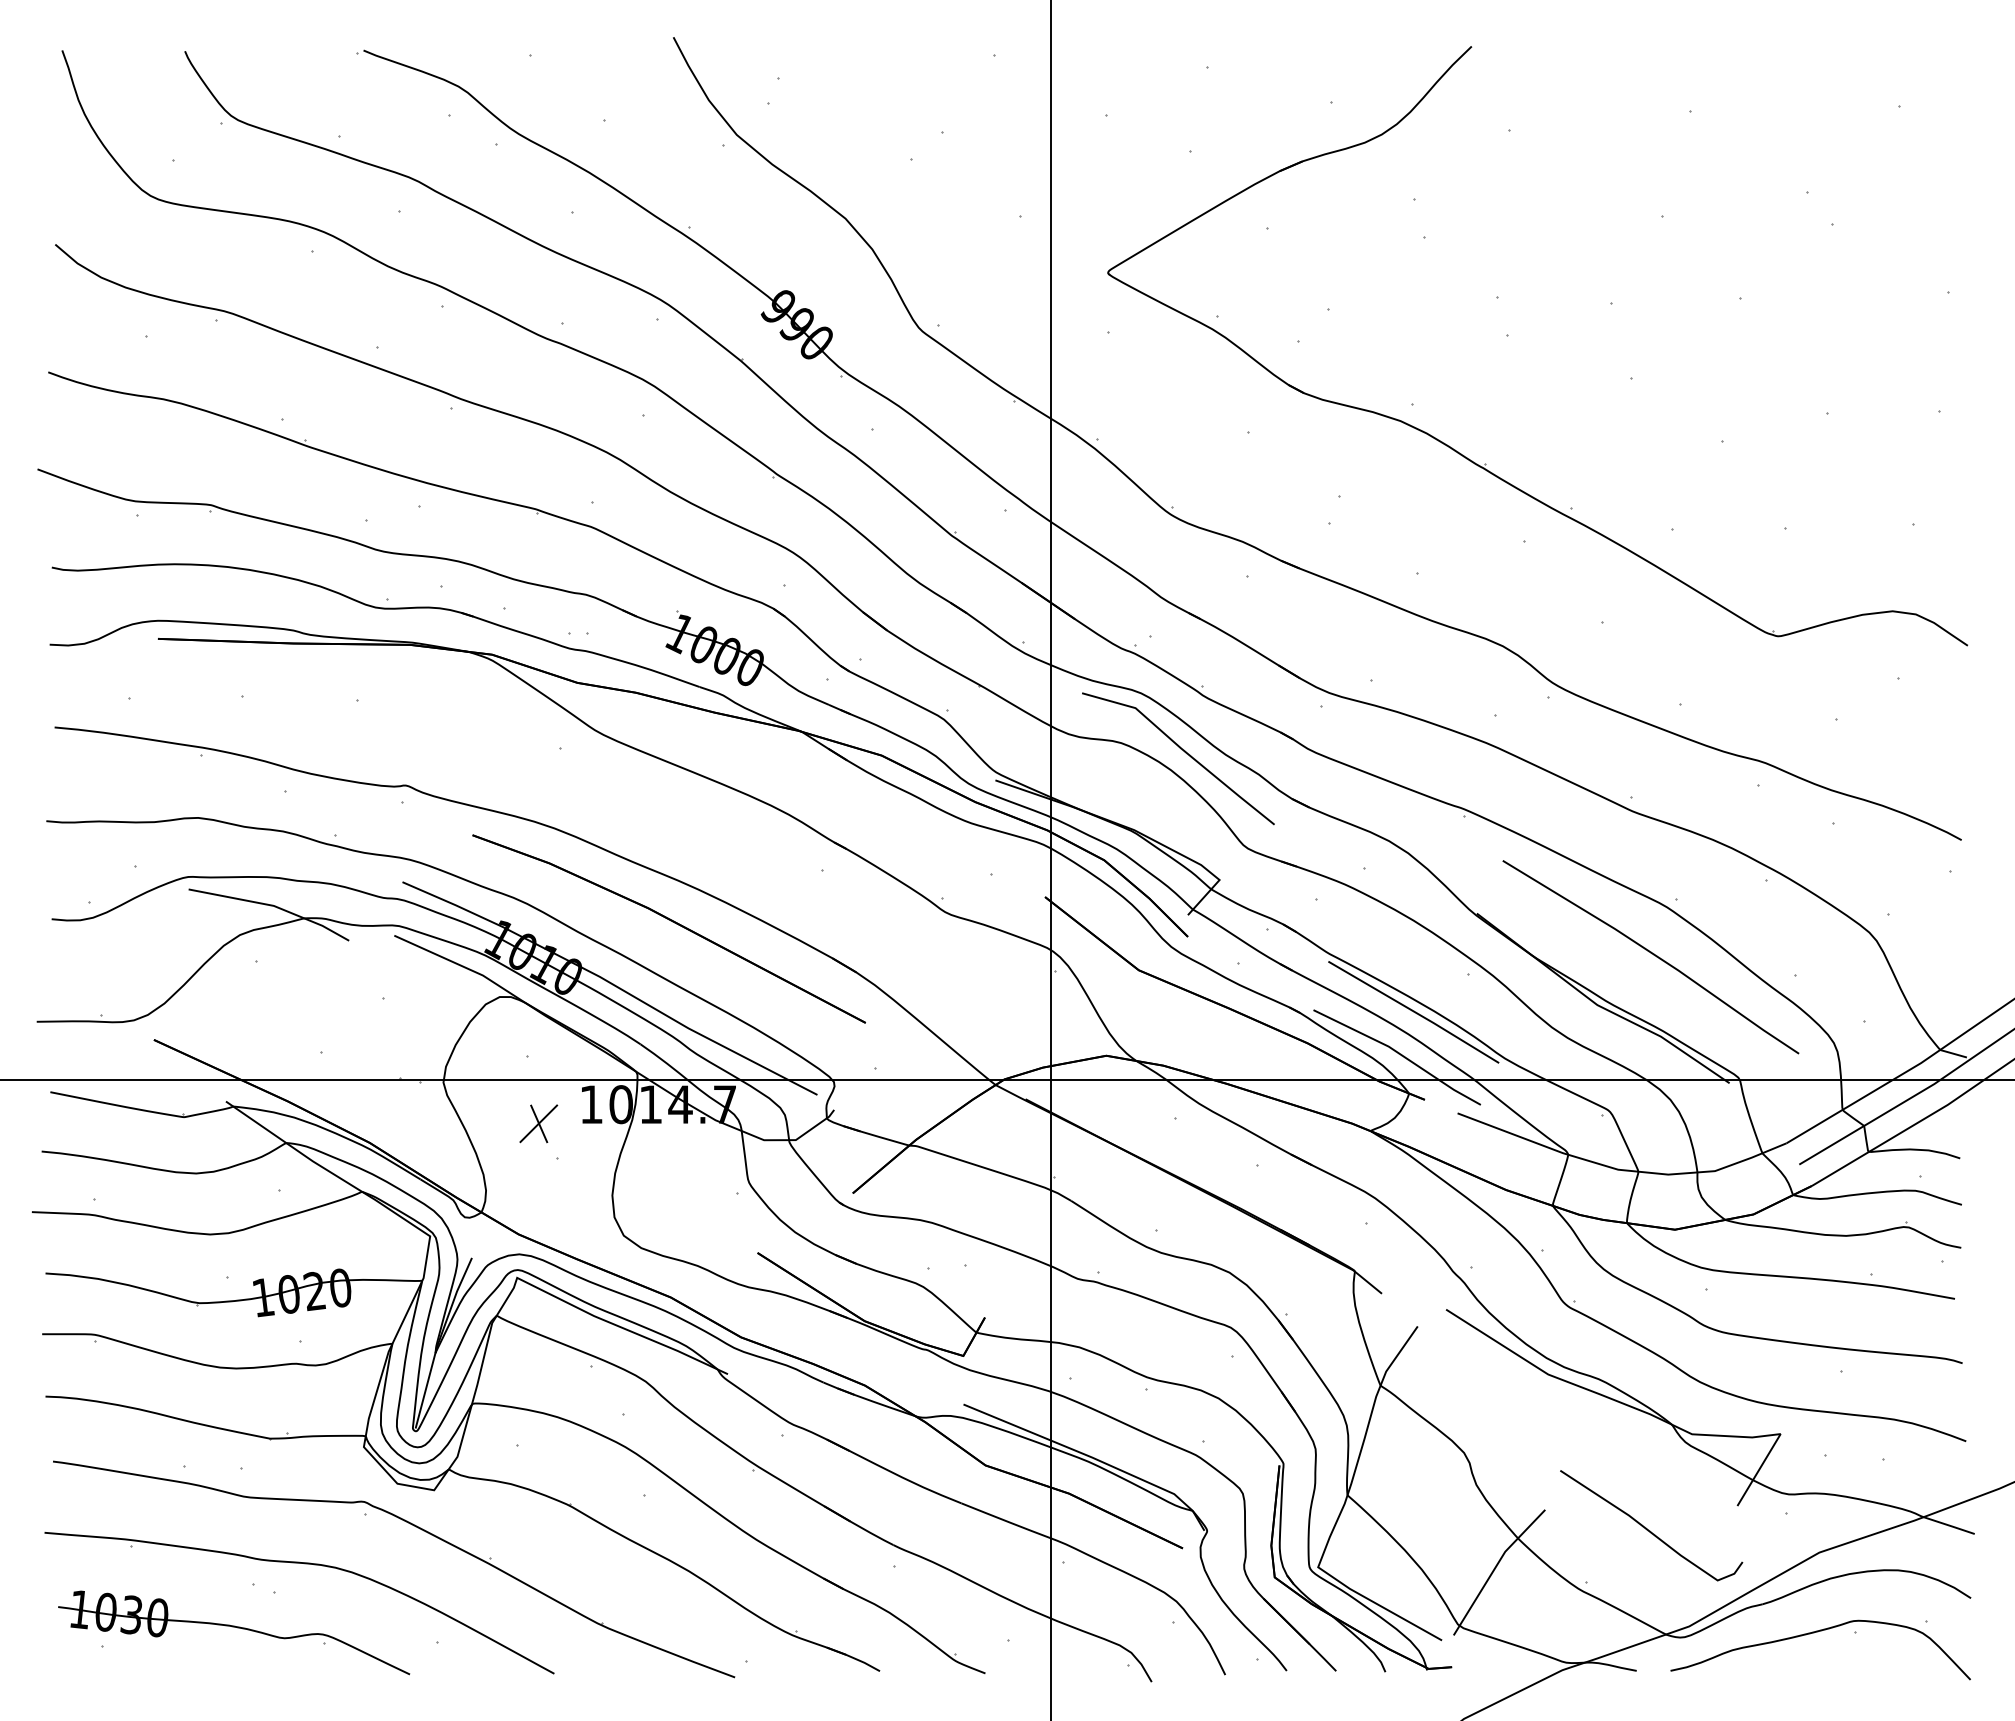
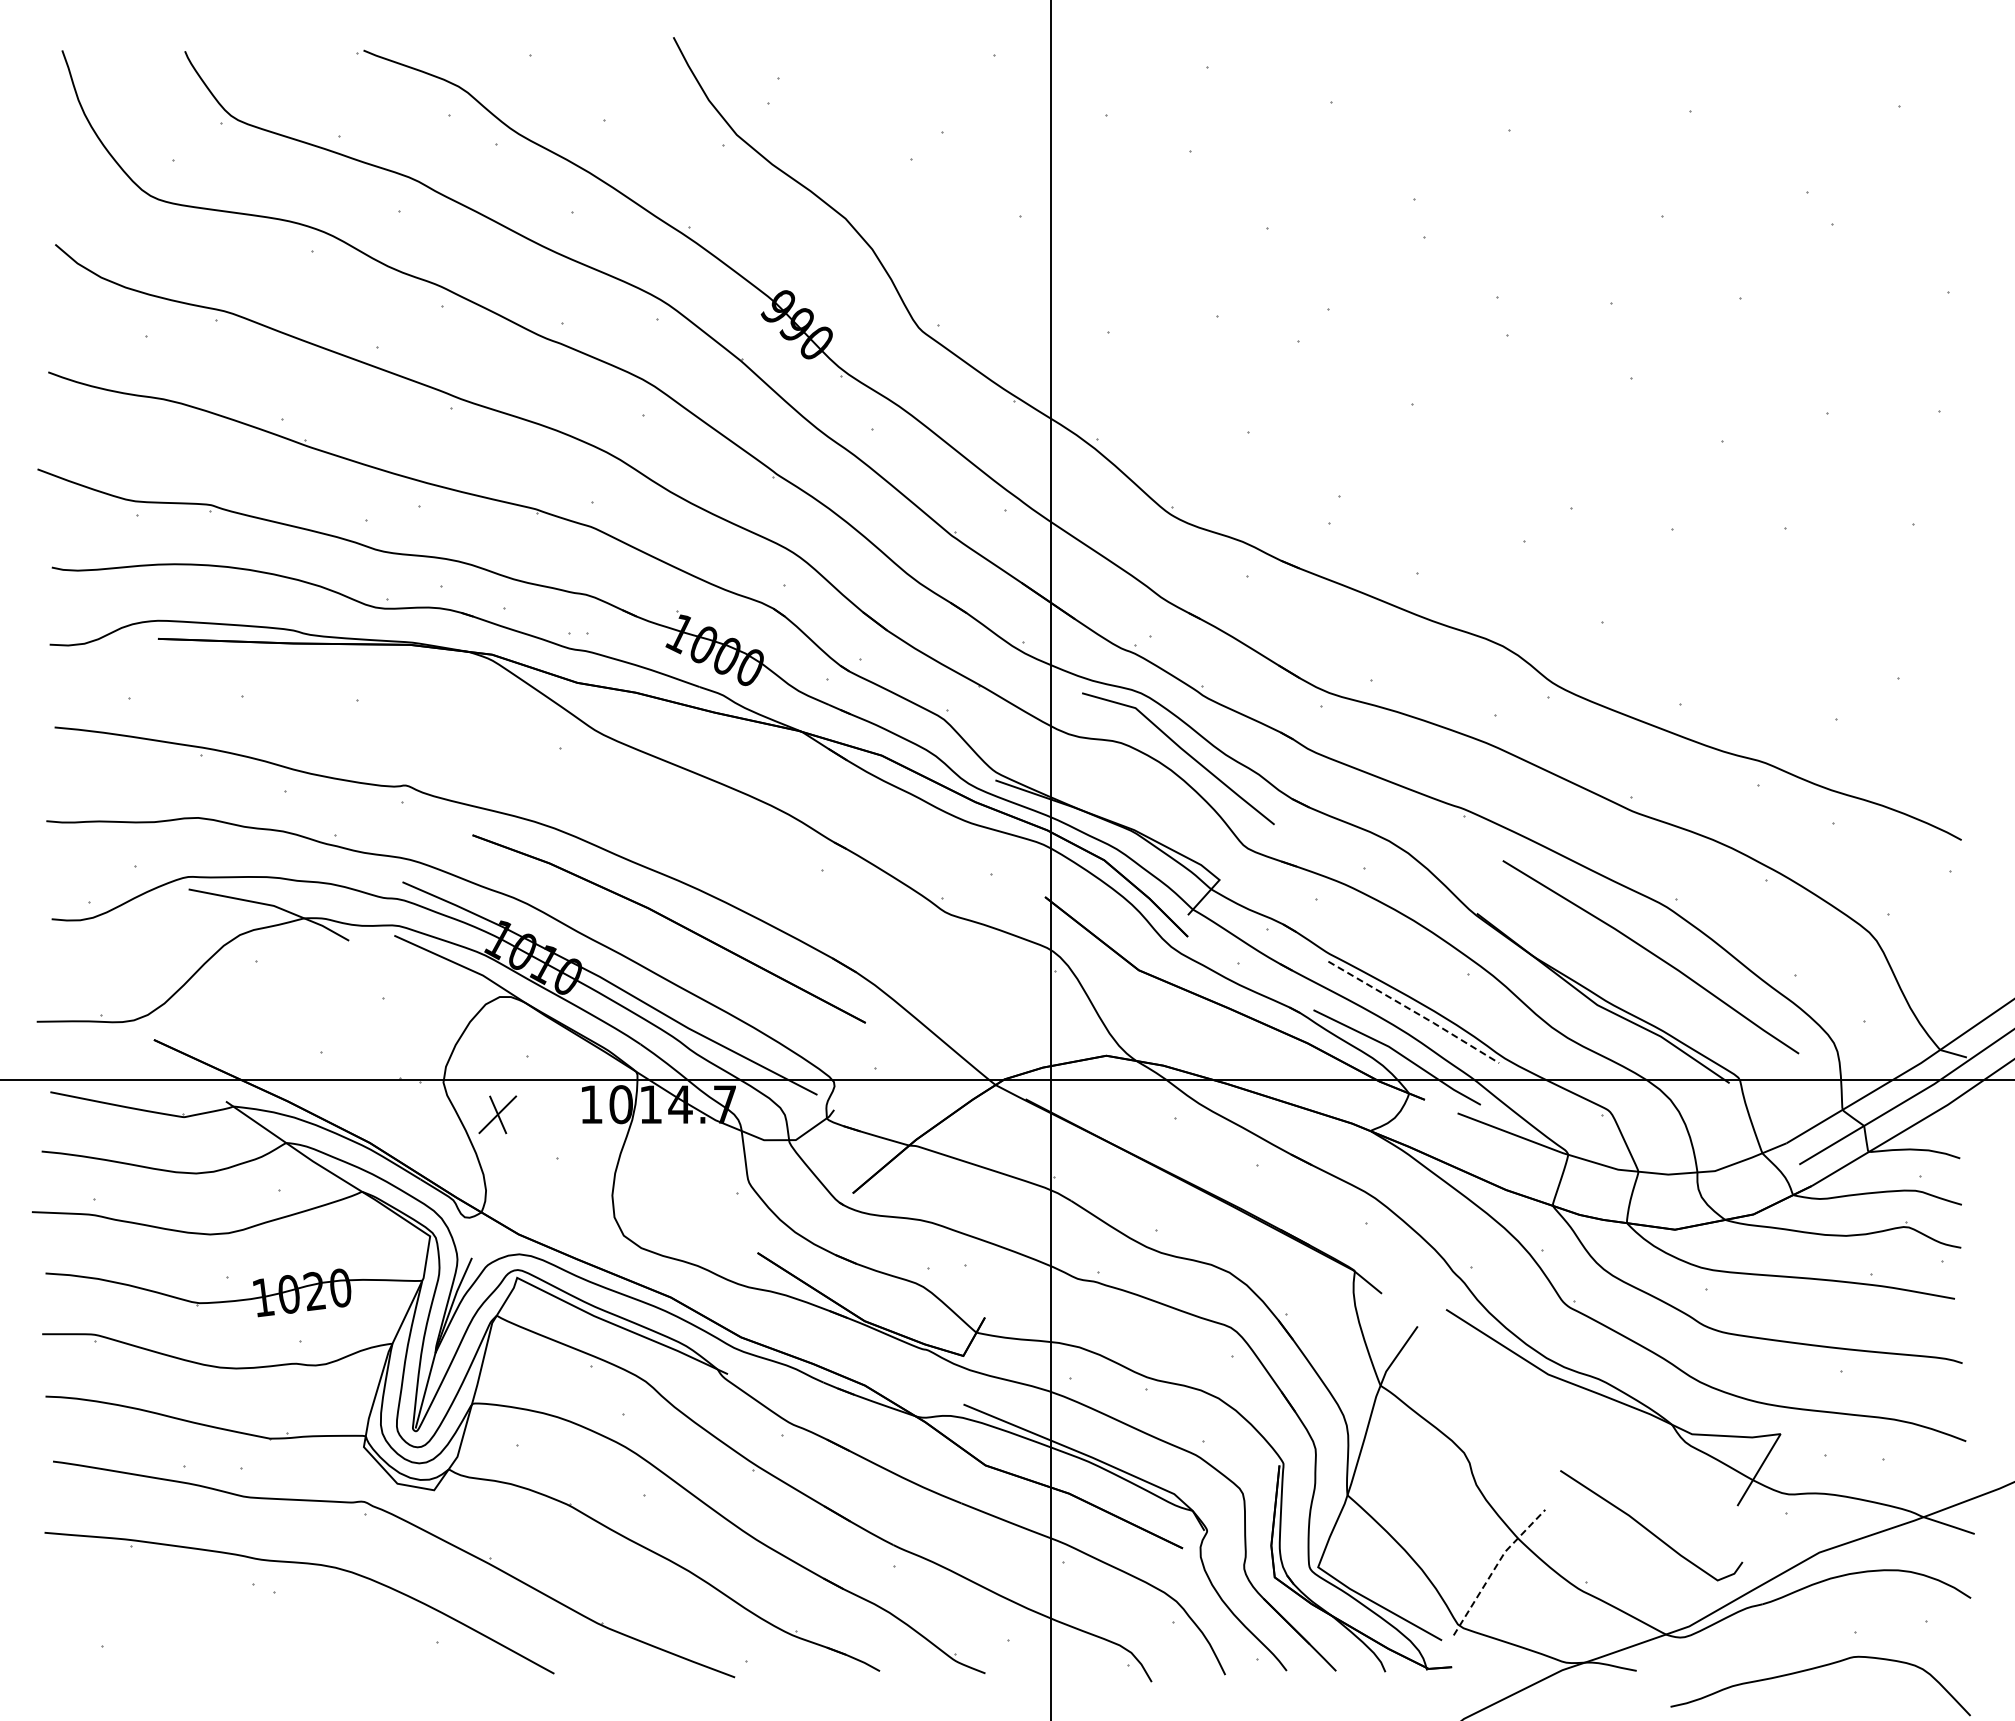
part at (1485, 463): present -> none
line at (1414, 1012): solid -> dashed
part at (538, 1123) position: (538, 1123) -> (497, 1114)
line at (1494, 1568): solid -> dashed
part at (234, 1632): present -> none
curve at (1814, 1633) position: (1814, 1633) -> (1814, 1669)
